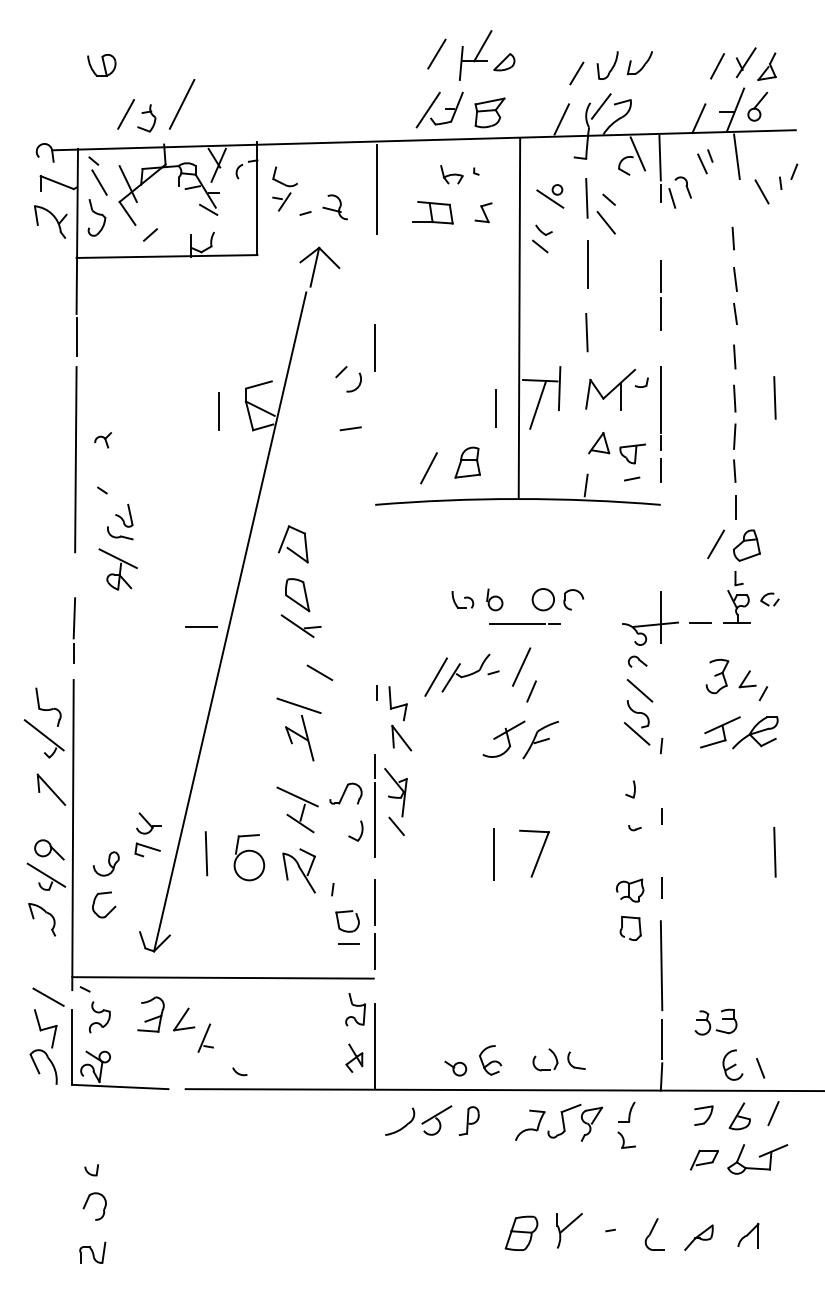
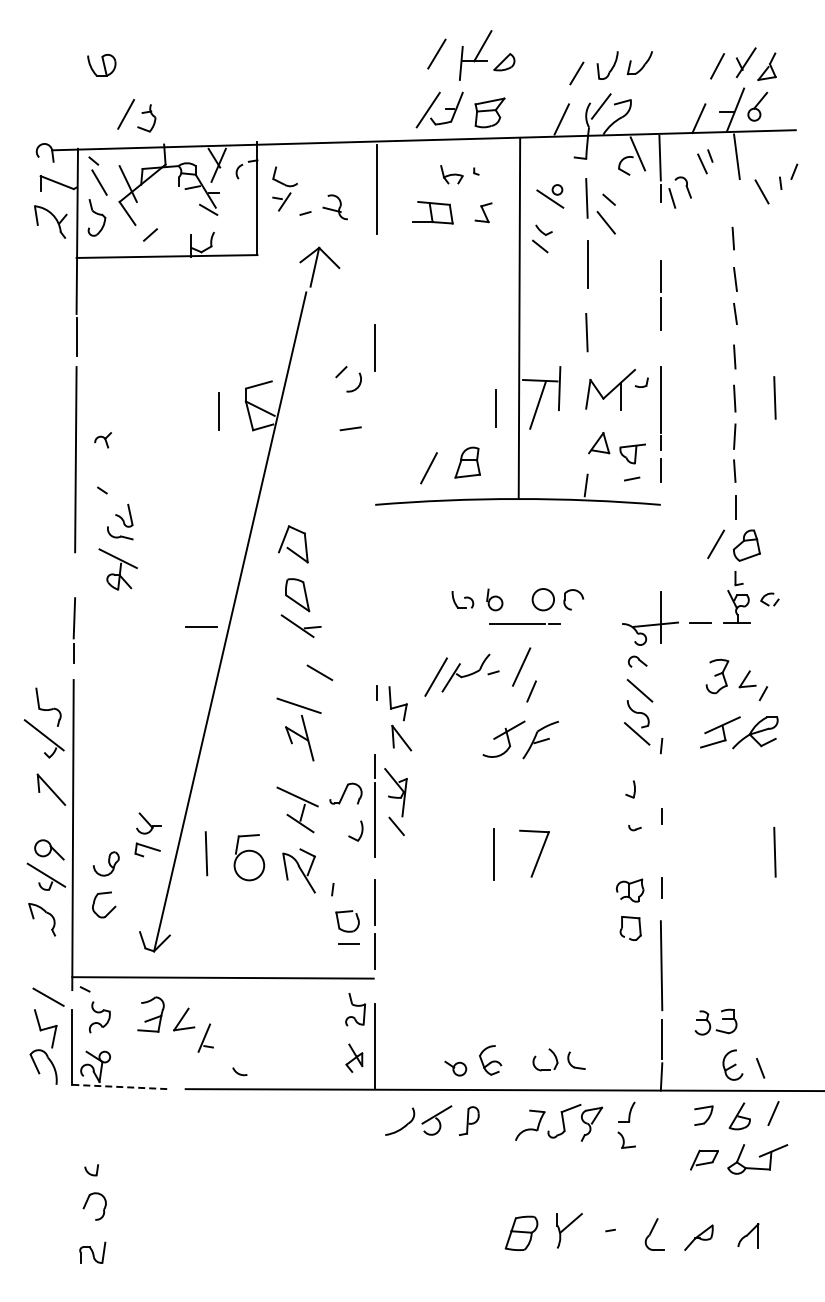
line at (181, 103): present -> none
line at (120, 1087): solid -> dashed
